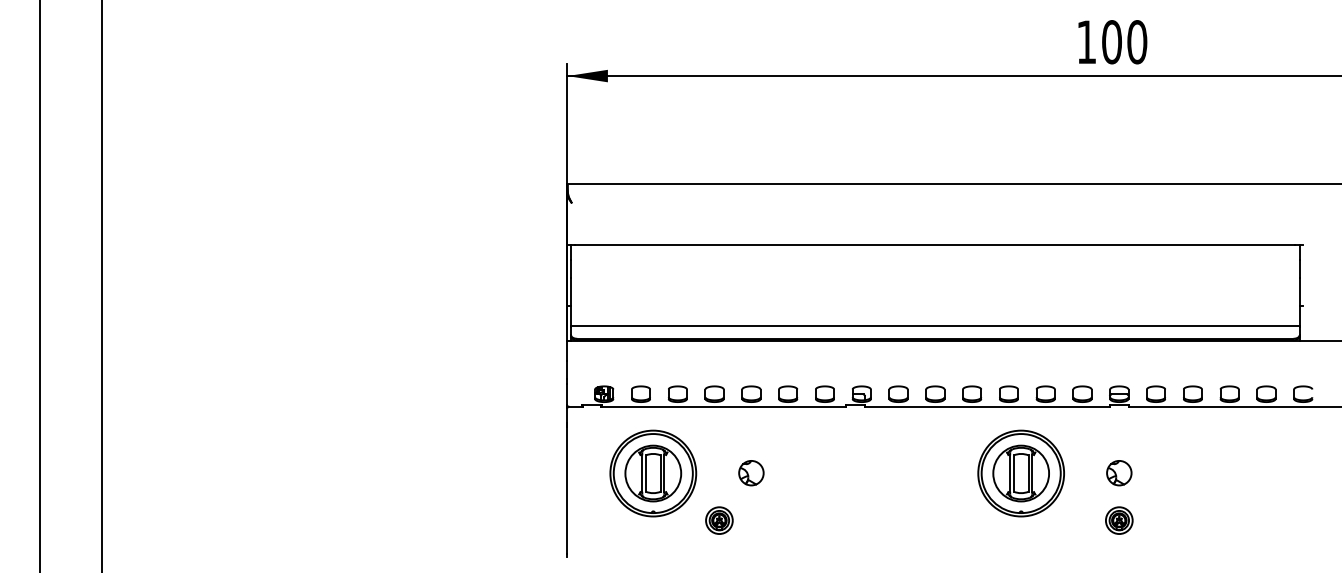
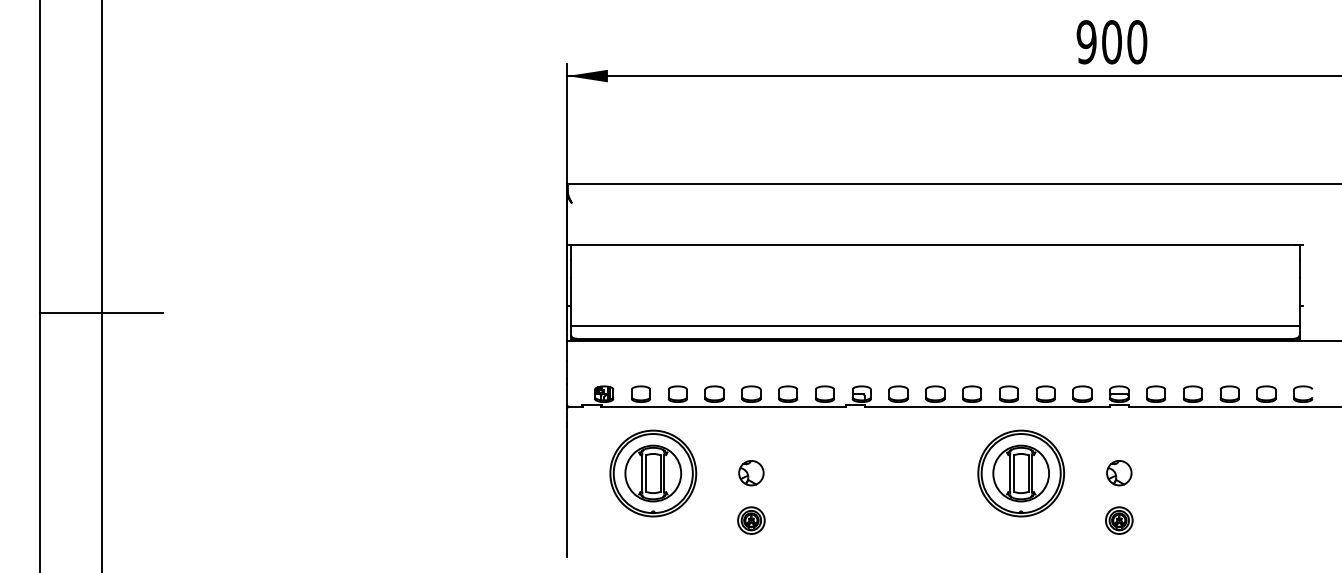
text at (1086, 42): 100 -> 900
line at (101, 312): none -> present
part at (719, 520) position: (719, 520) -> (751, 520)
